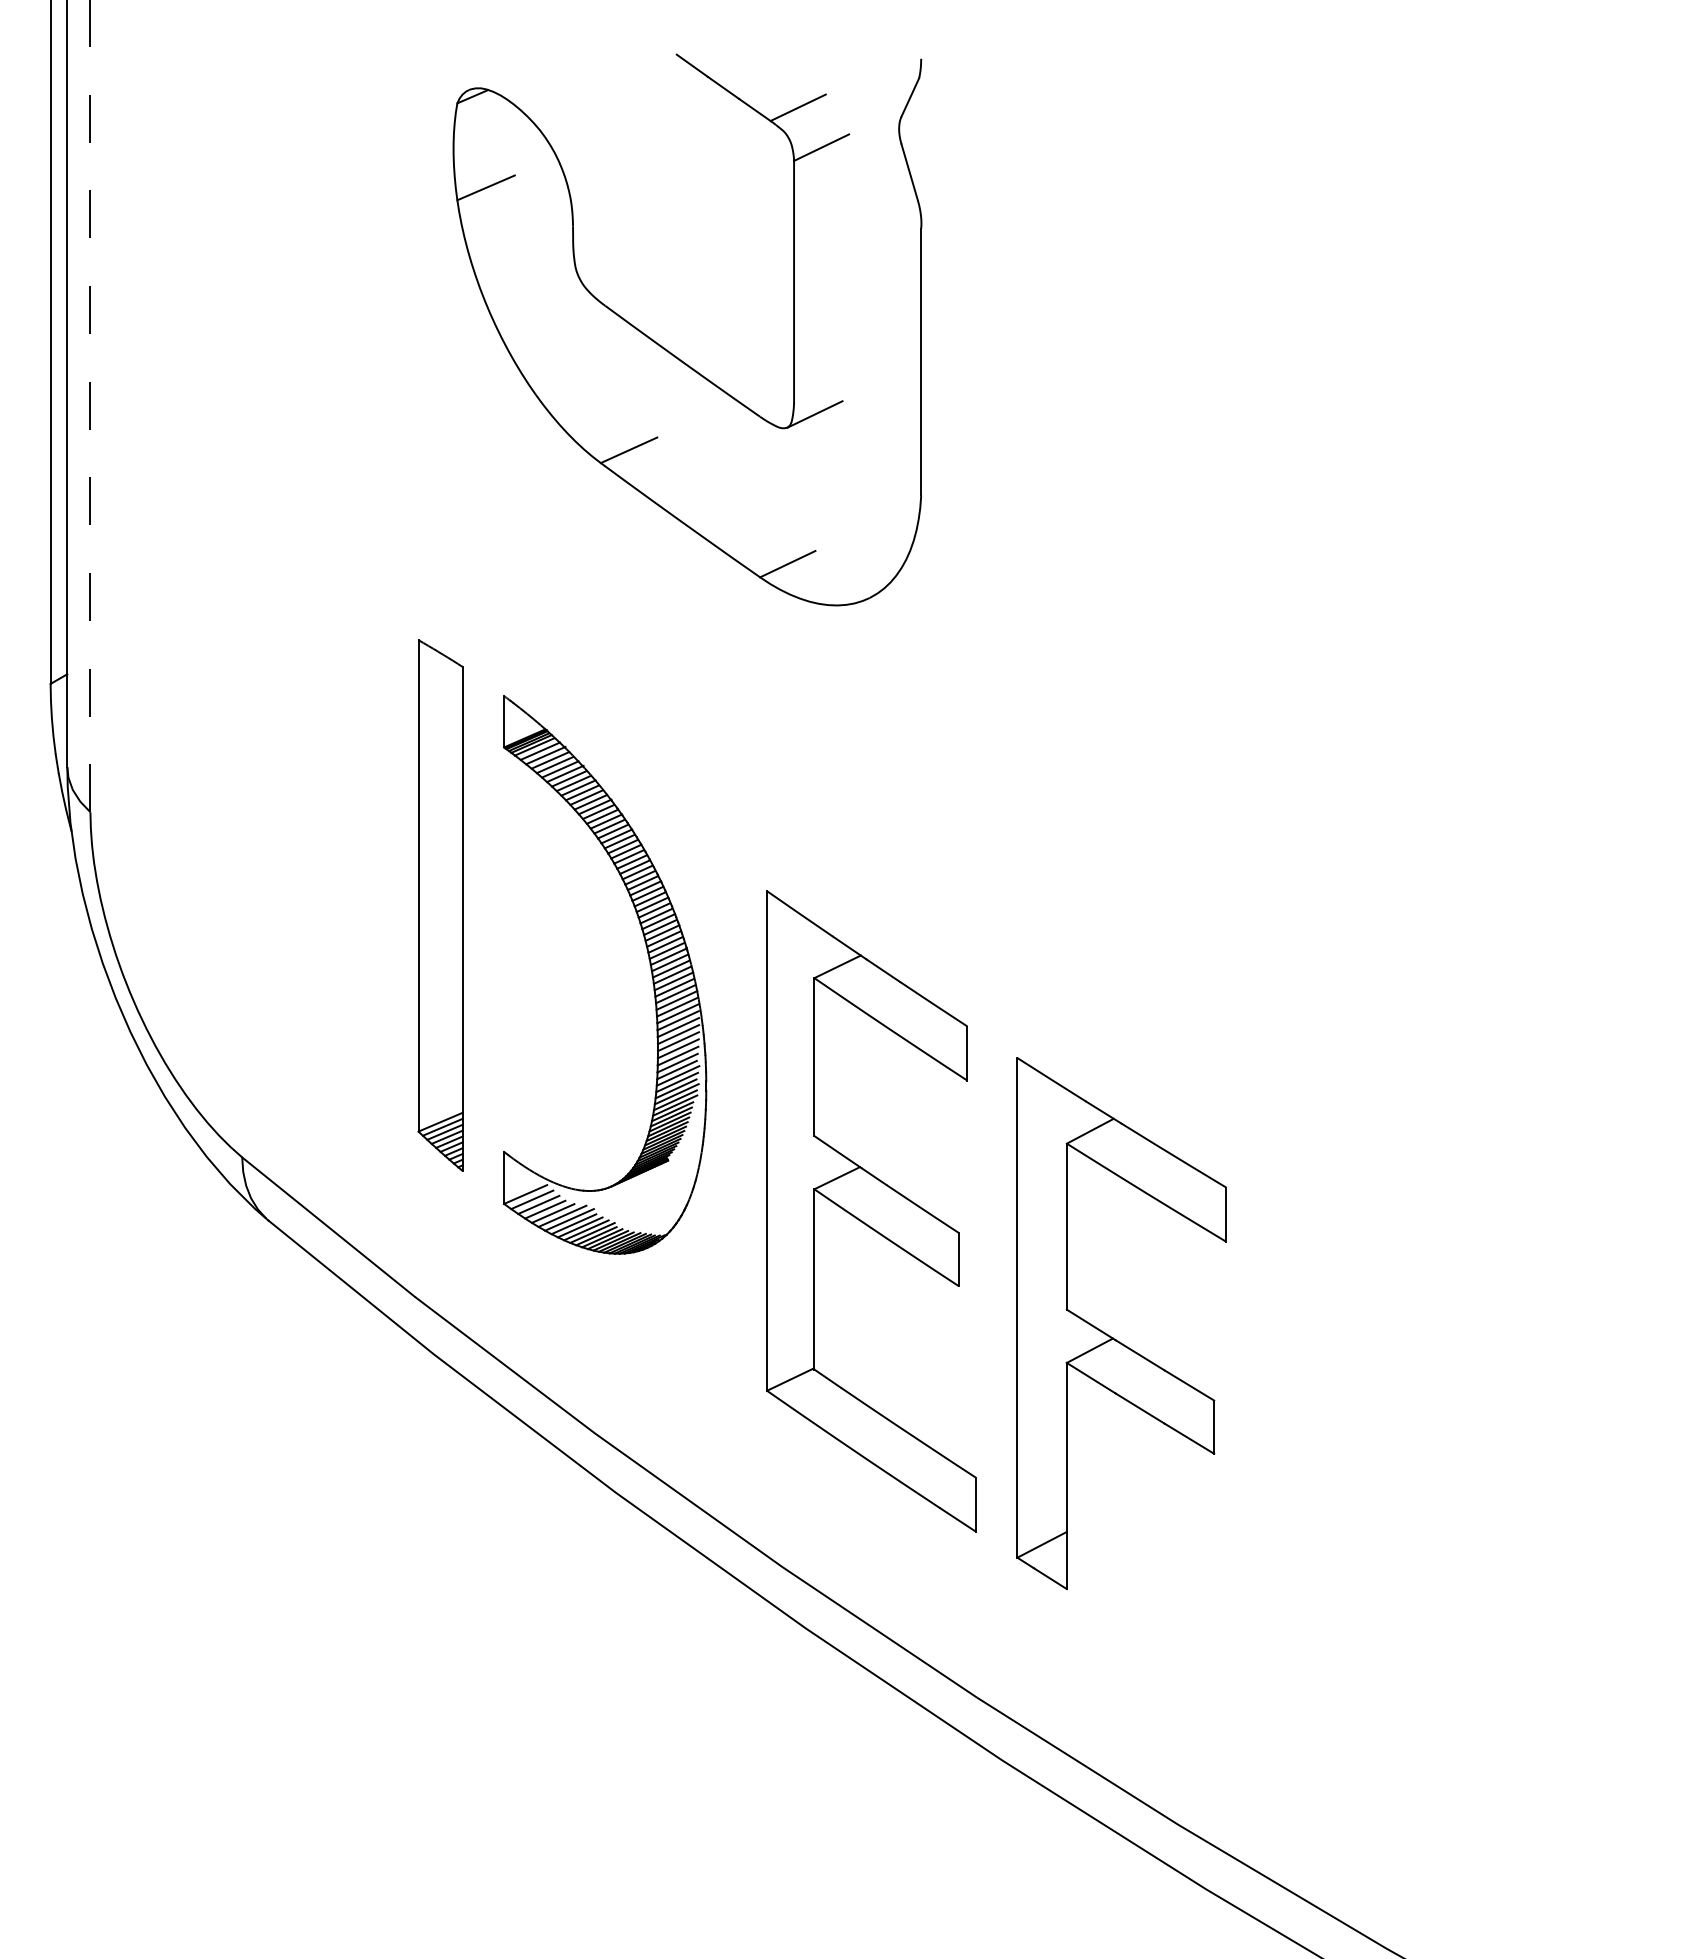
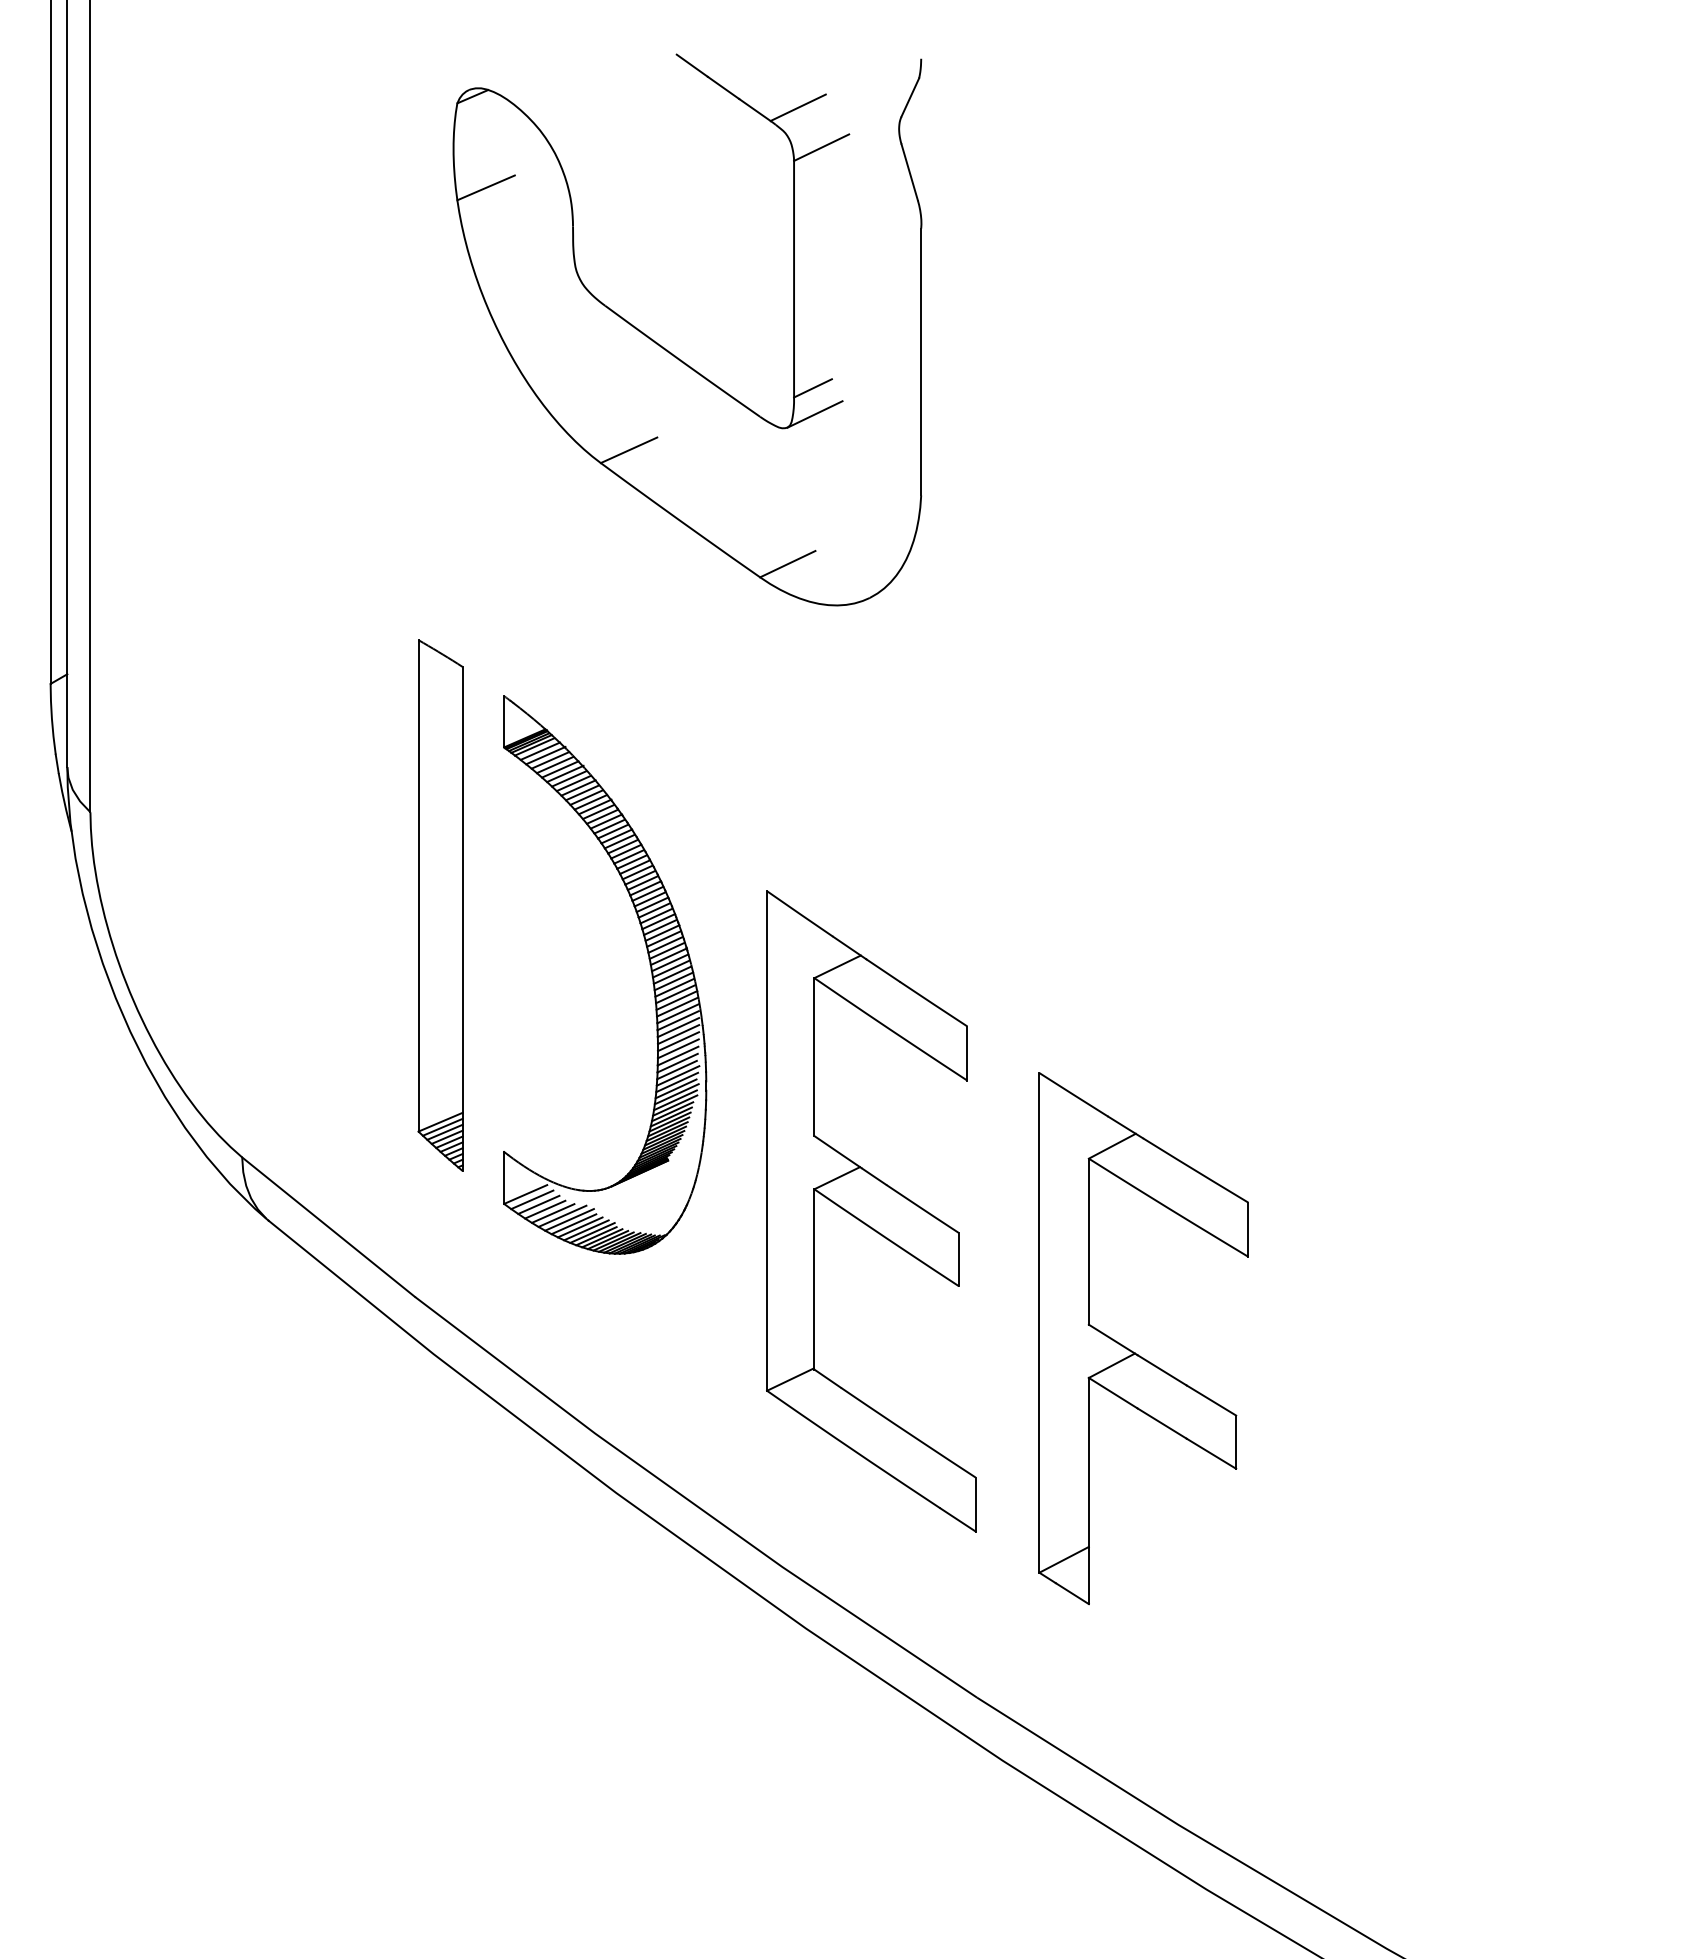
line at (812, 388): none -> present
line at (90, 406): dashed -> solid
part at (1113, 1337) position: (1113, 1337) -> (1135, 1352)
